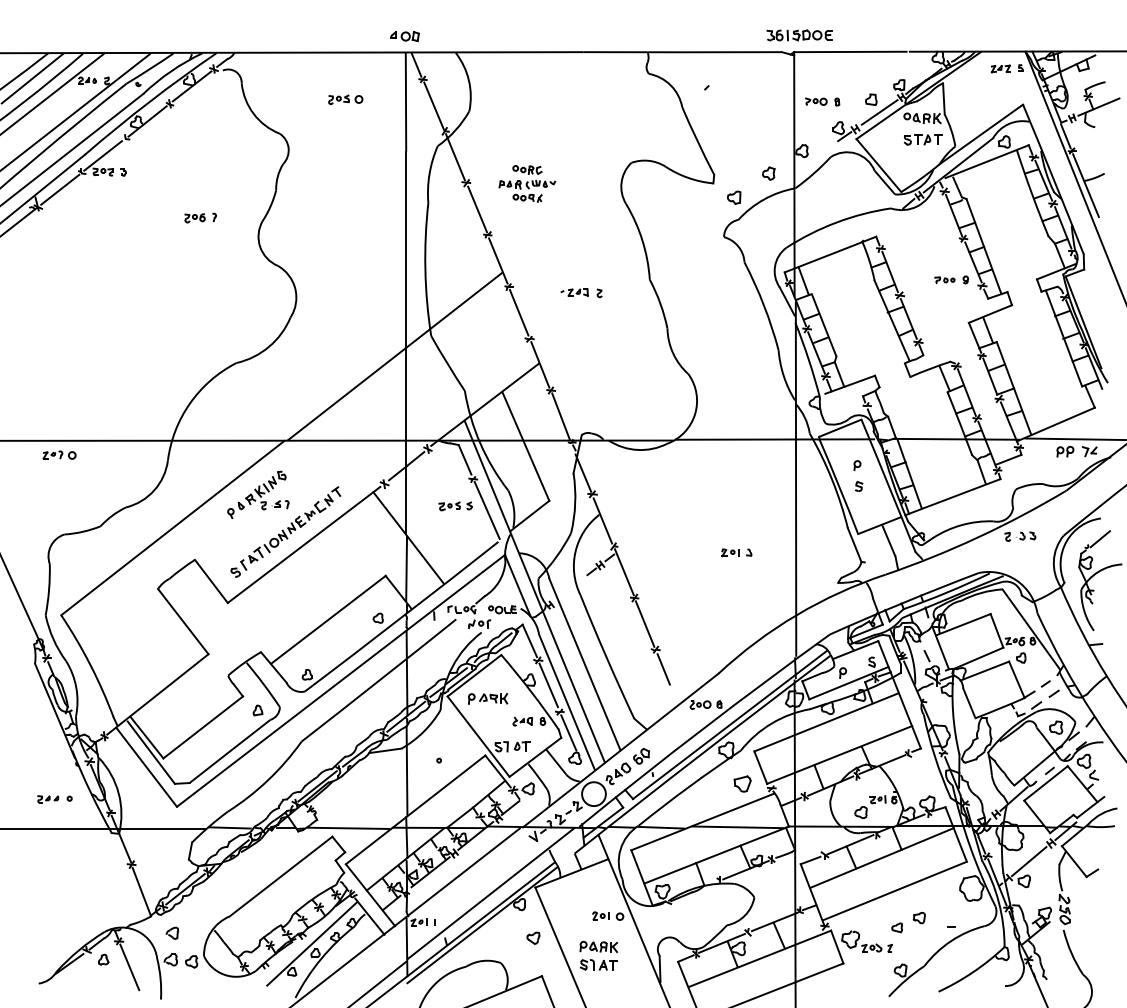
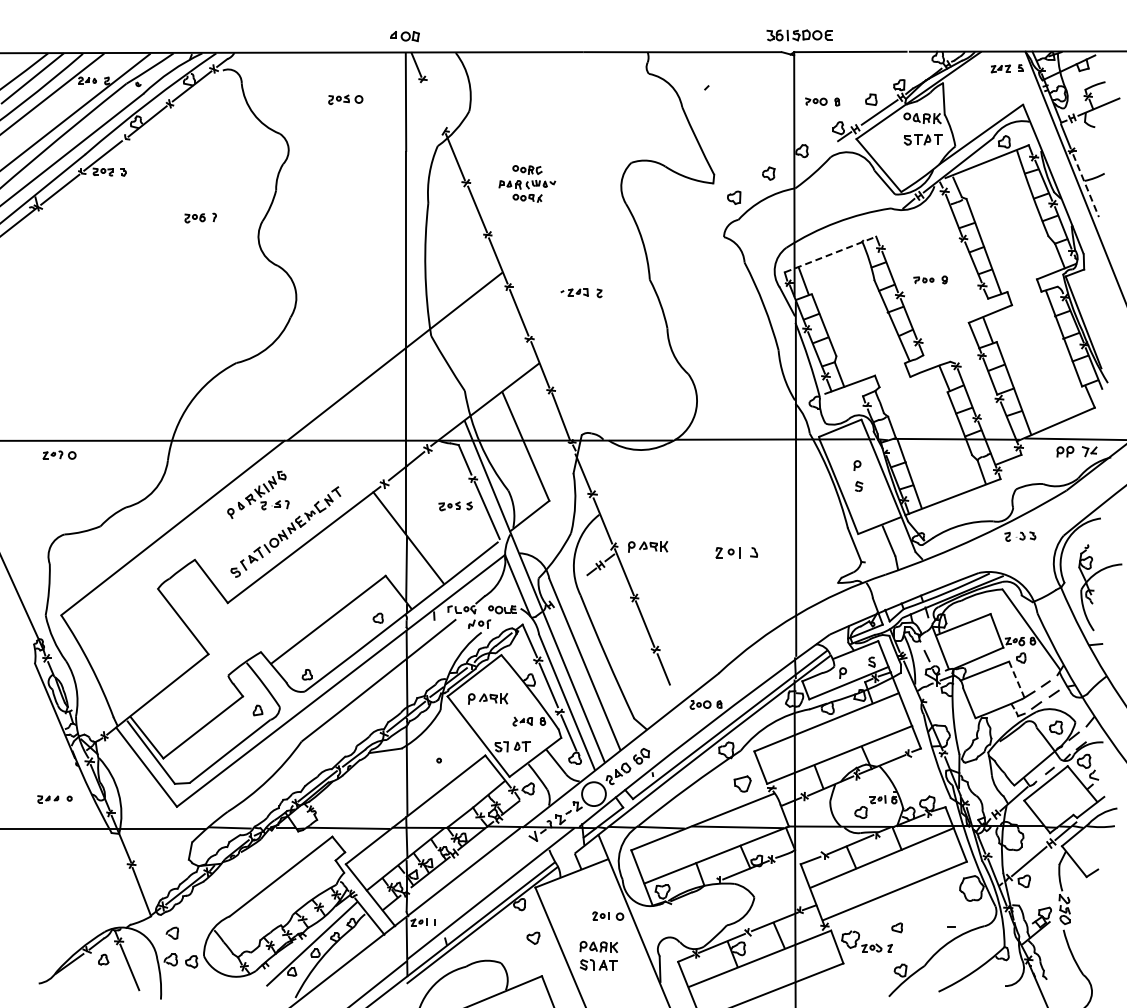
line at (433, 105): present -> none
line at (1086, 185): solid -> dashed
line at (830, 254): solid -> dashed
part at (951, 279) position: (951, 279) -> (930, 279)
line at (1100, 539): present -> none
part at (648, 546): none -> present
part at (736, 552) size: 32x10 px -> 43x12 px
line at (1016, 679): solid -> dashed
part at (918, 918): present -> none
